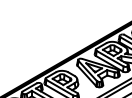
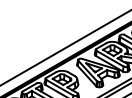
line at (65, 47): none -> present
